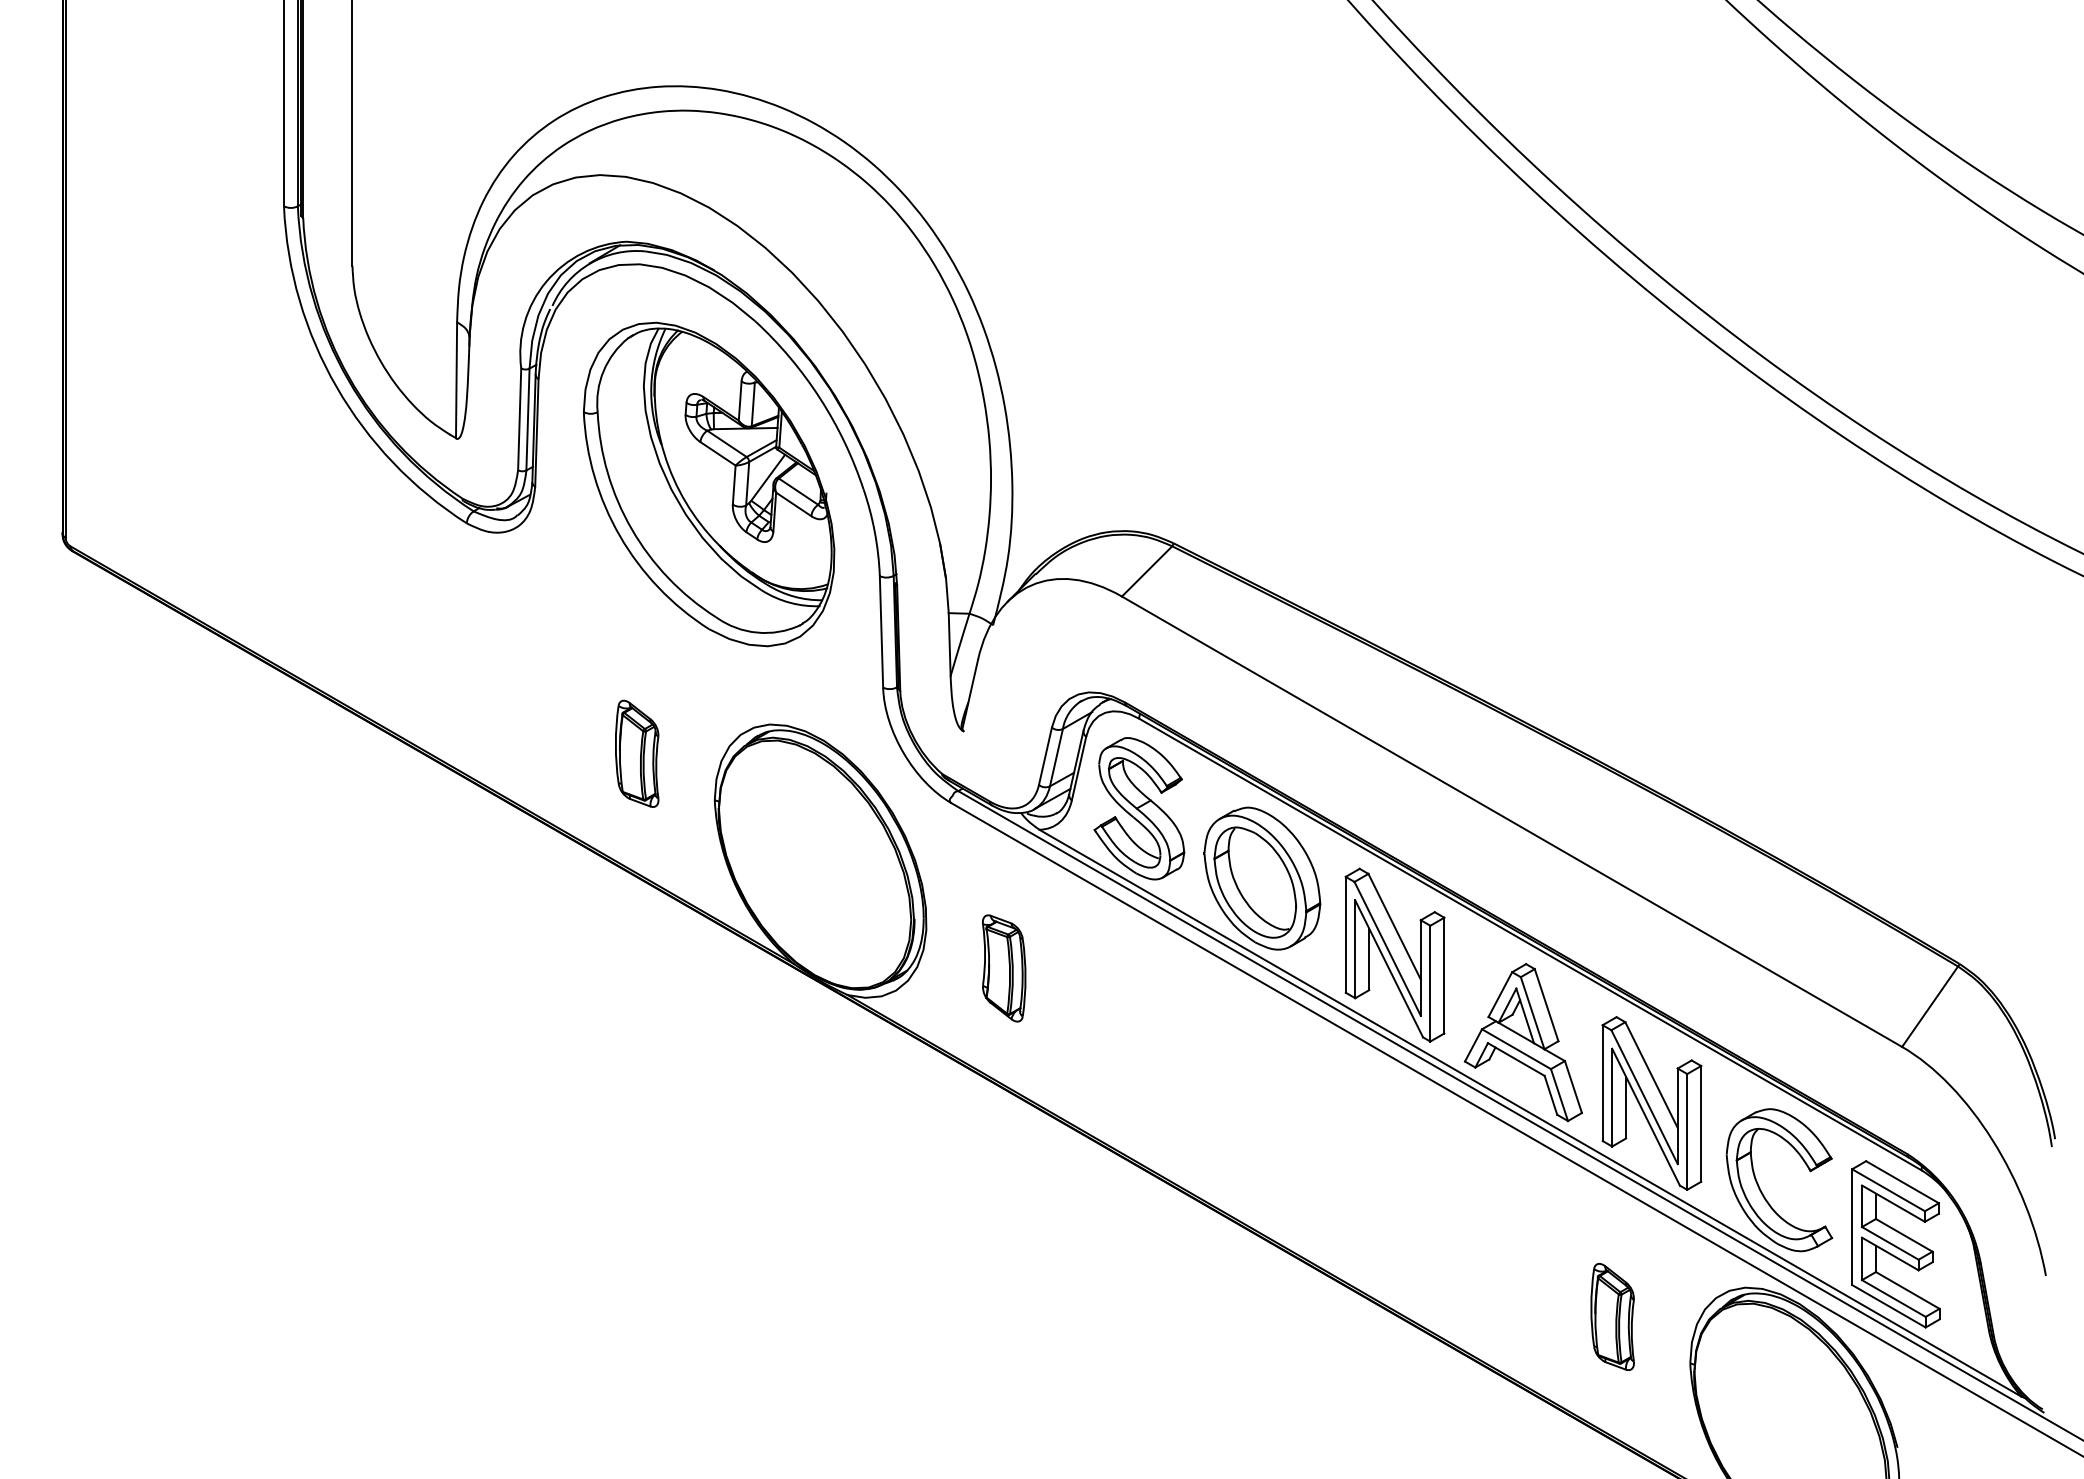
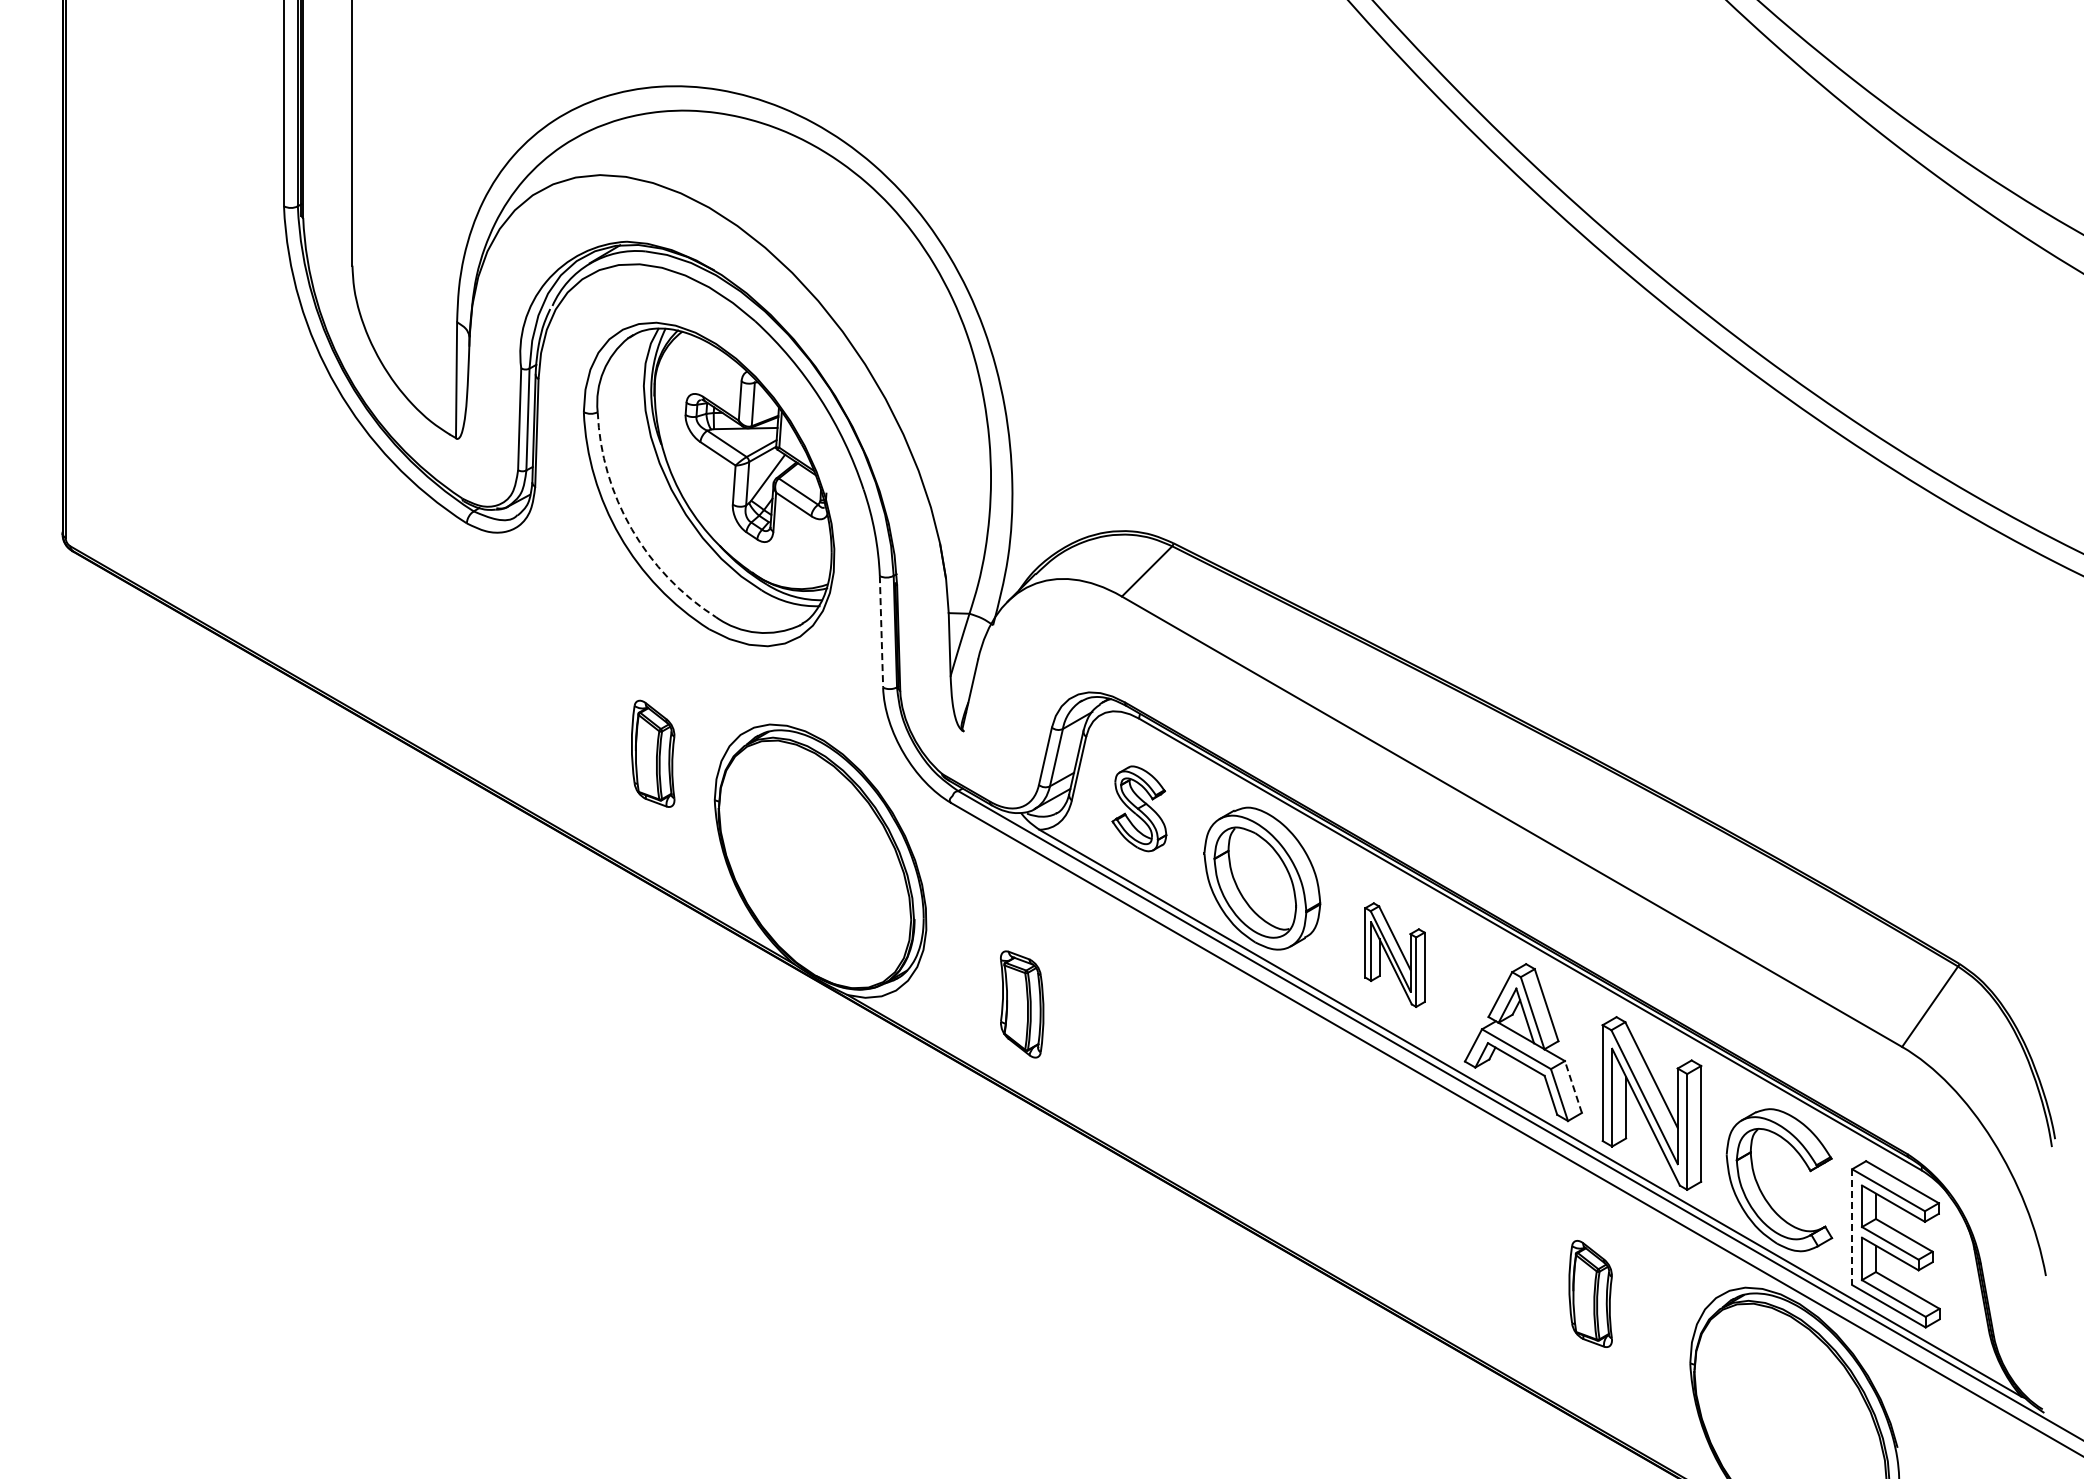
arc at (631, 529): solid -> dashed
line at (881, 631): solid -> dashed
part at (637, 753) position: (637, 753) -> (653, 753)
part at (1139, 808) size: 93x144 px -> 57x88 px
part at (1394, 954) size: 102x176 px -> 62x106 px
part at (1004, 968) position: (1004, 968) -> (1022, 1004)
line at (1573, 1086): solid -> dashed
line at (1852, 1227): solid -> dashed
part at (1612, 1316) position: (1612, 1316) -> (1590, 1293)
